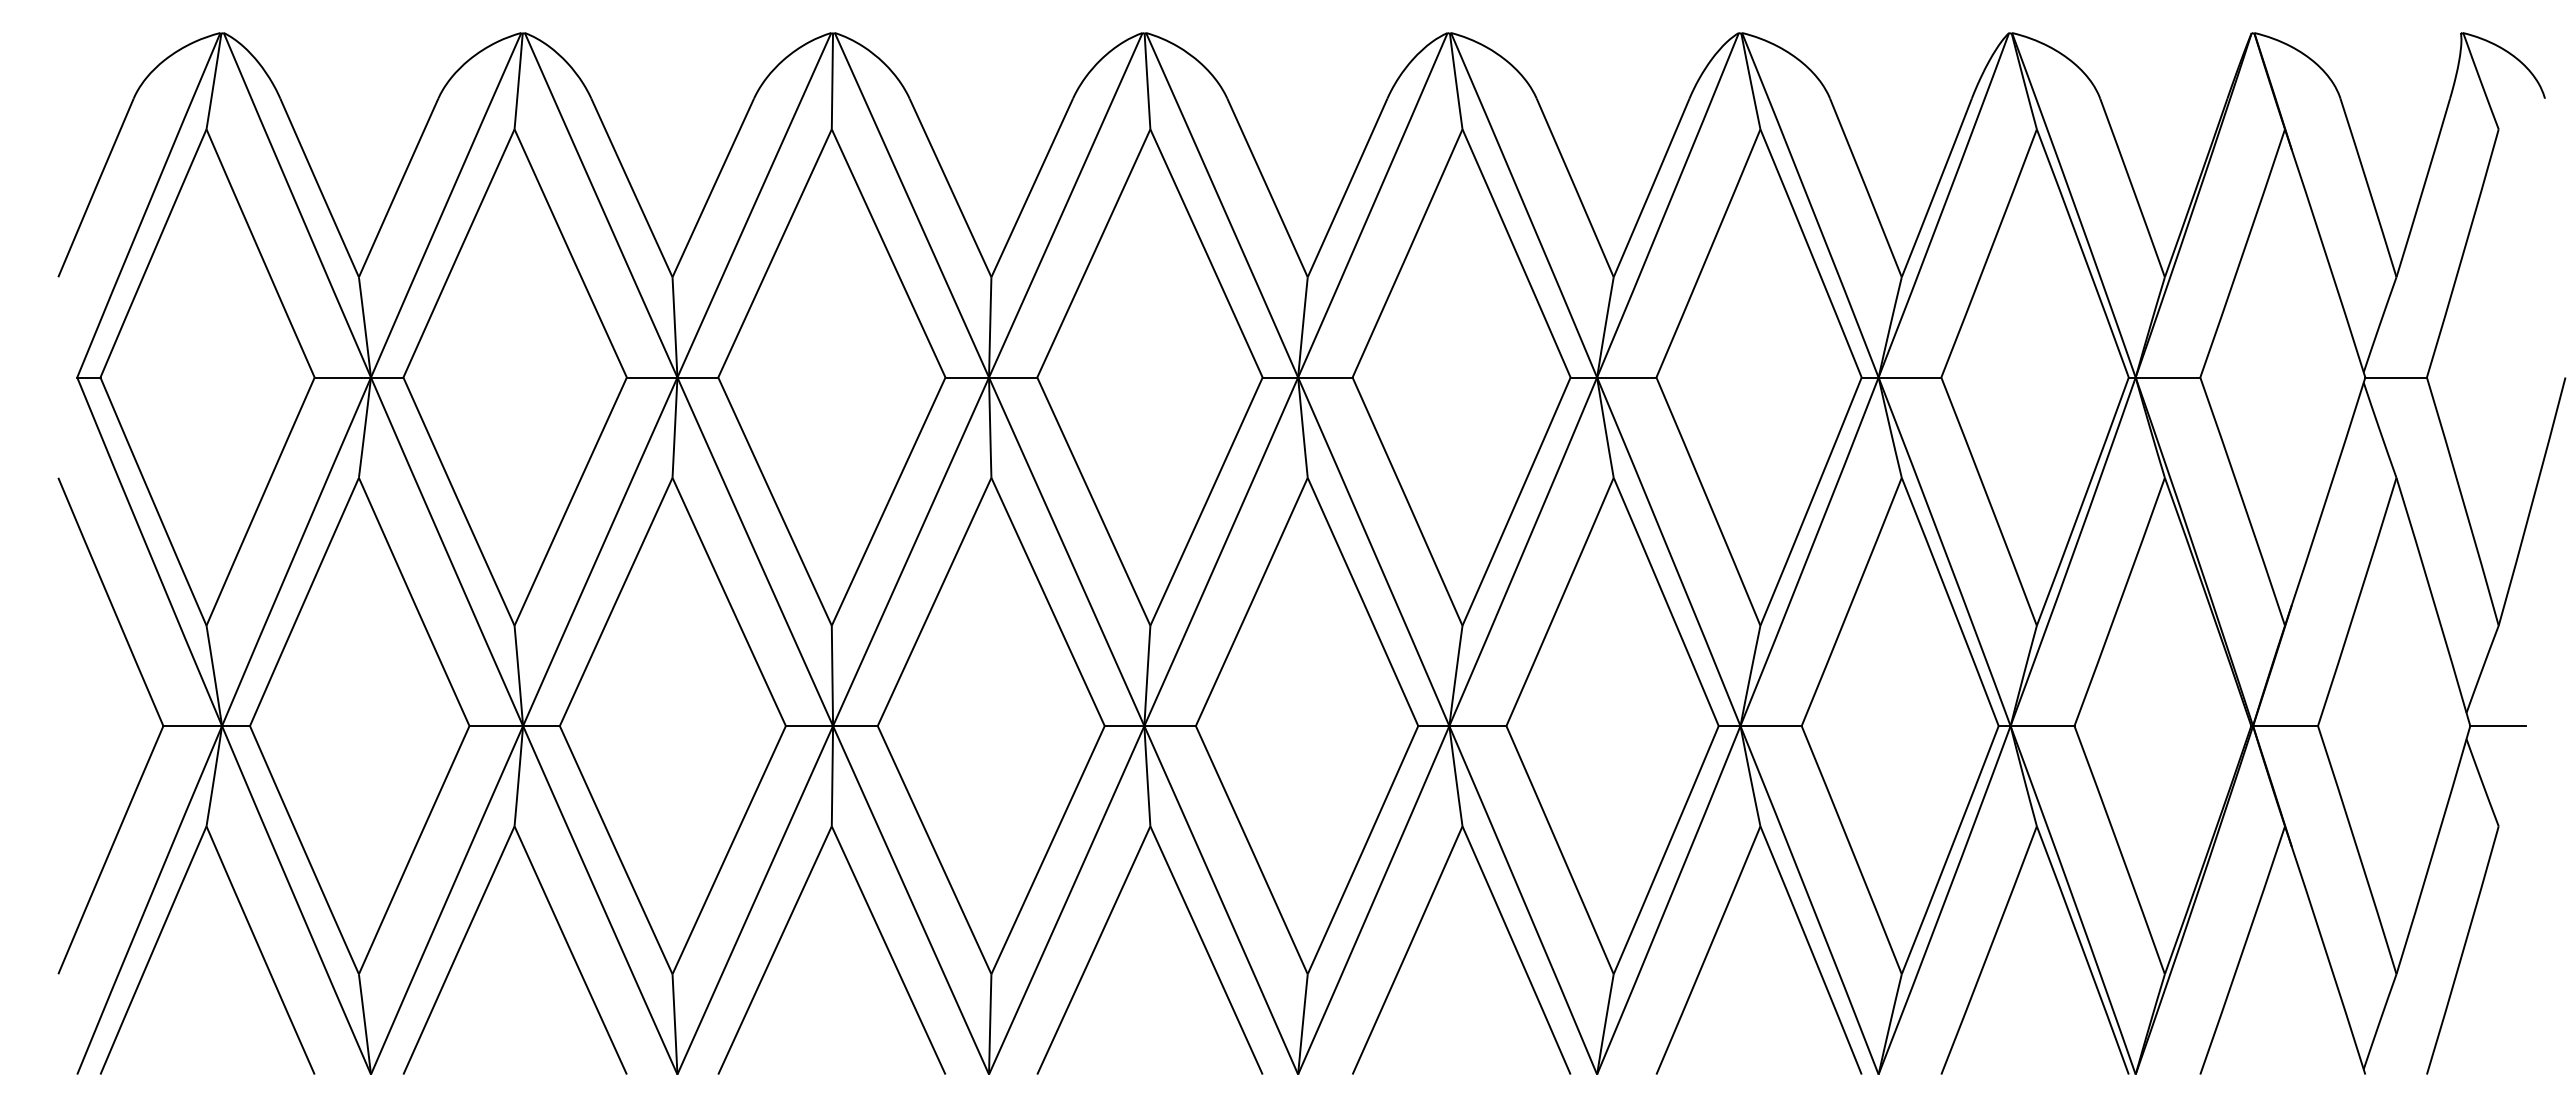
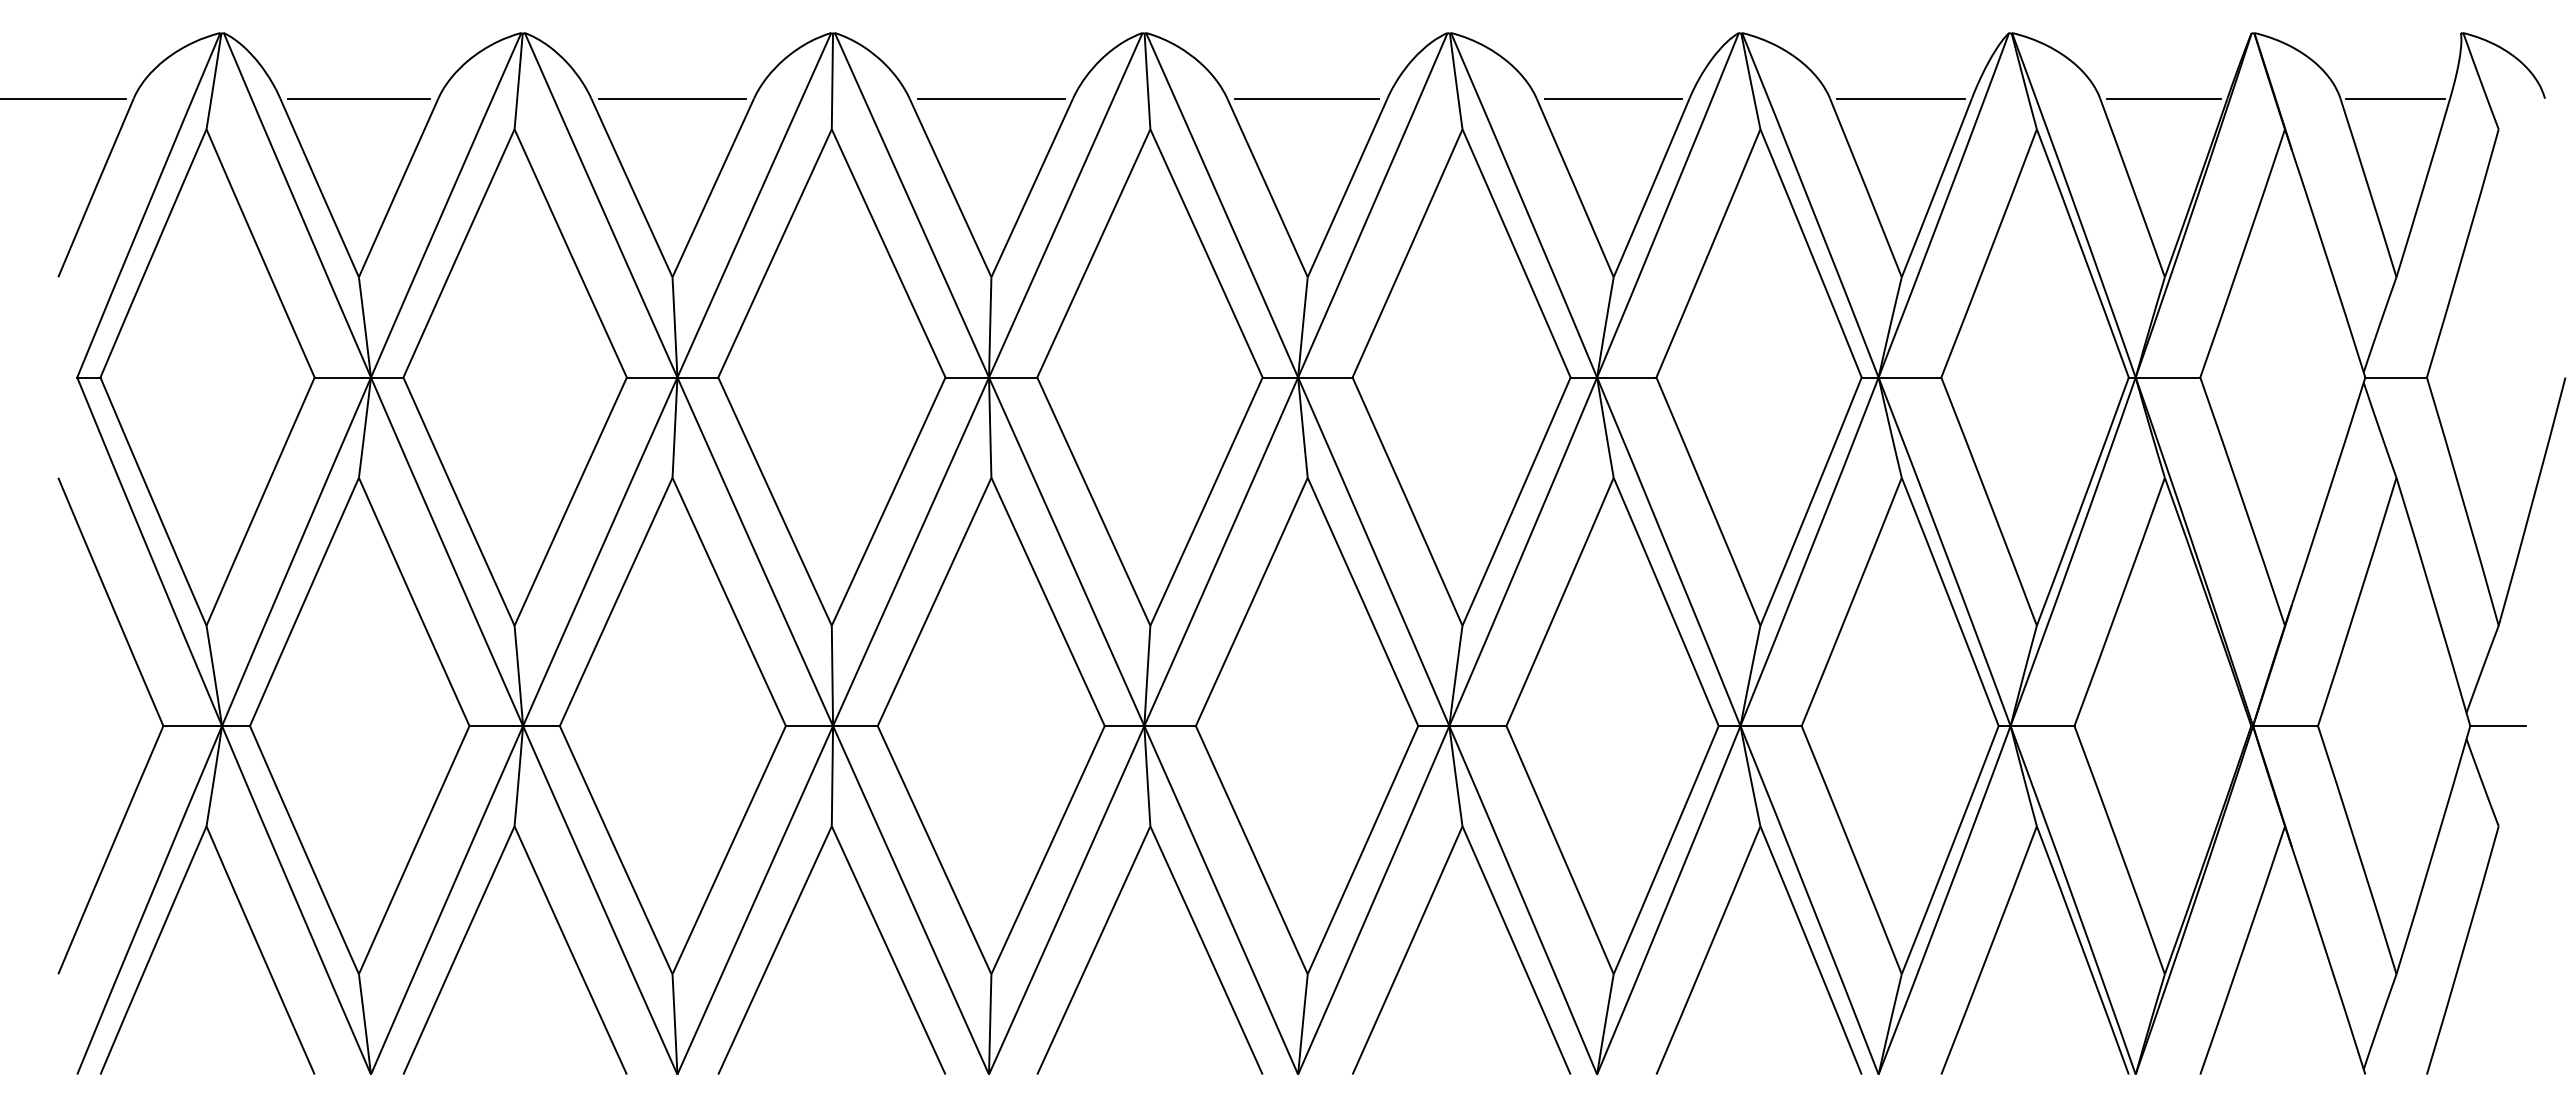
line at (64, 98): none -> present
line at (359, 98): none -> present
line at (672, 98): none -> present
line at (990, 98): none -> present
line at (1307, 98): none -> present
line at (1612, 98): none -> present
line at (1900, 98): none -> present
line at (2163, 98): none -> present
line at (2395, 98): none -> present
